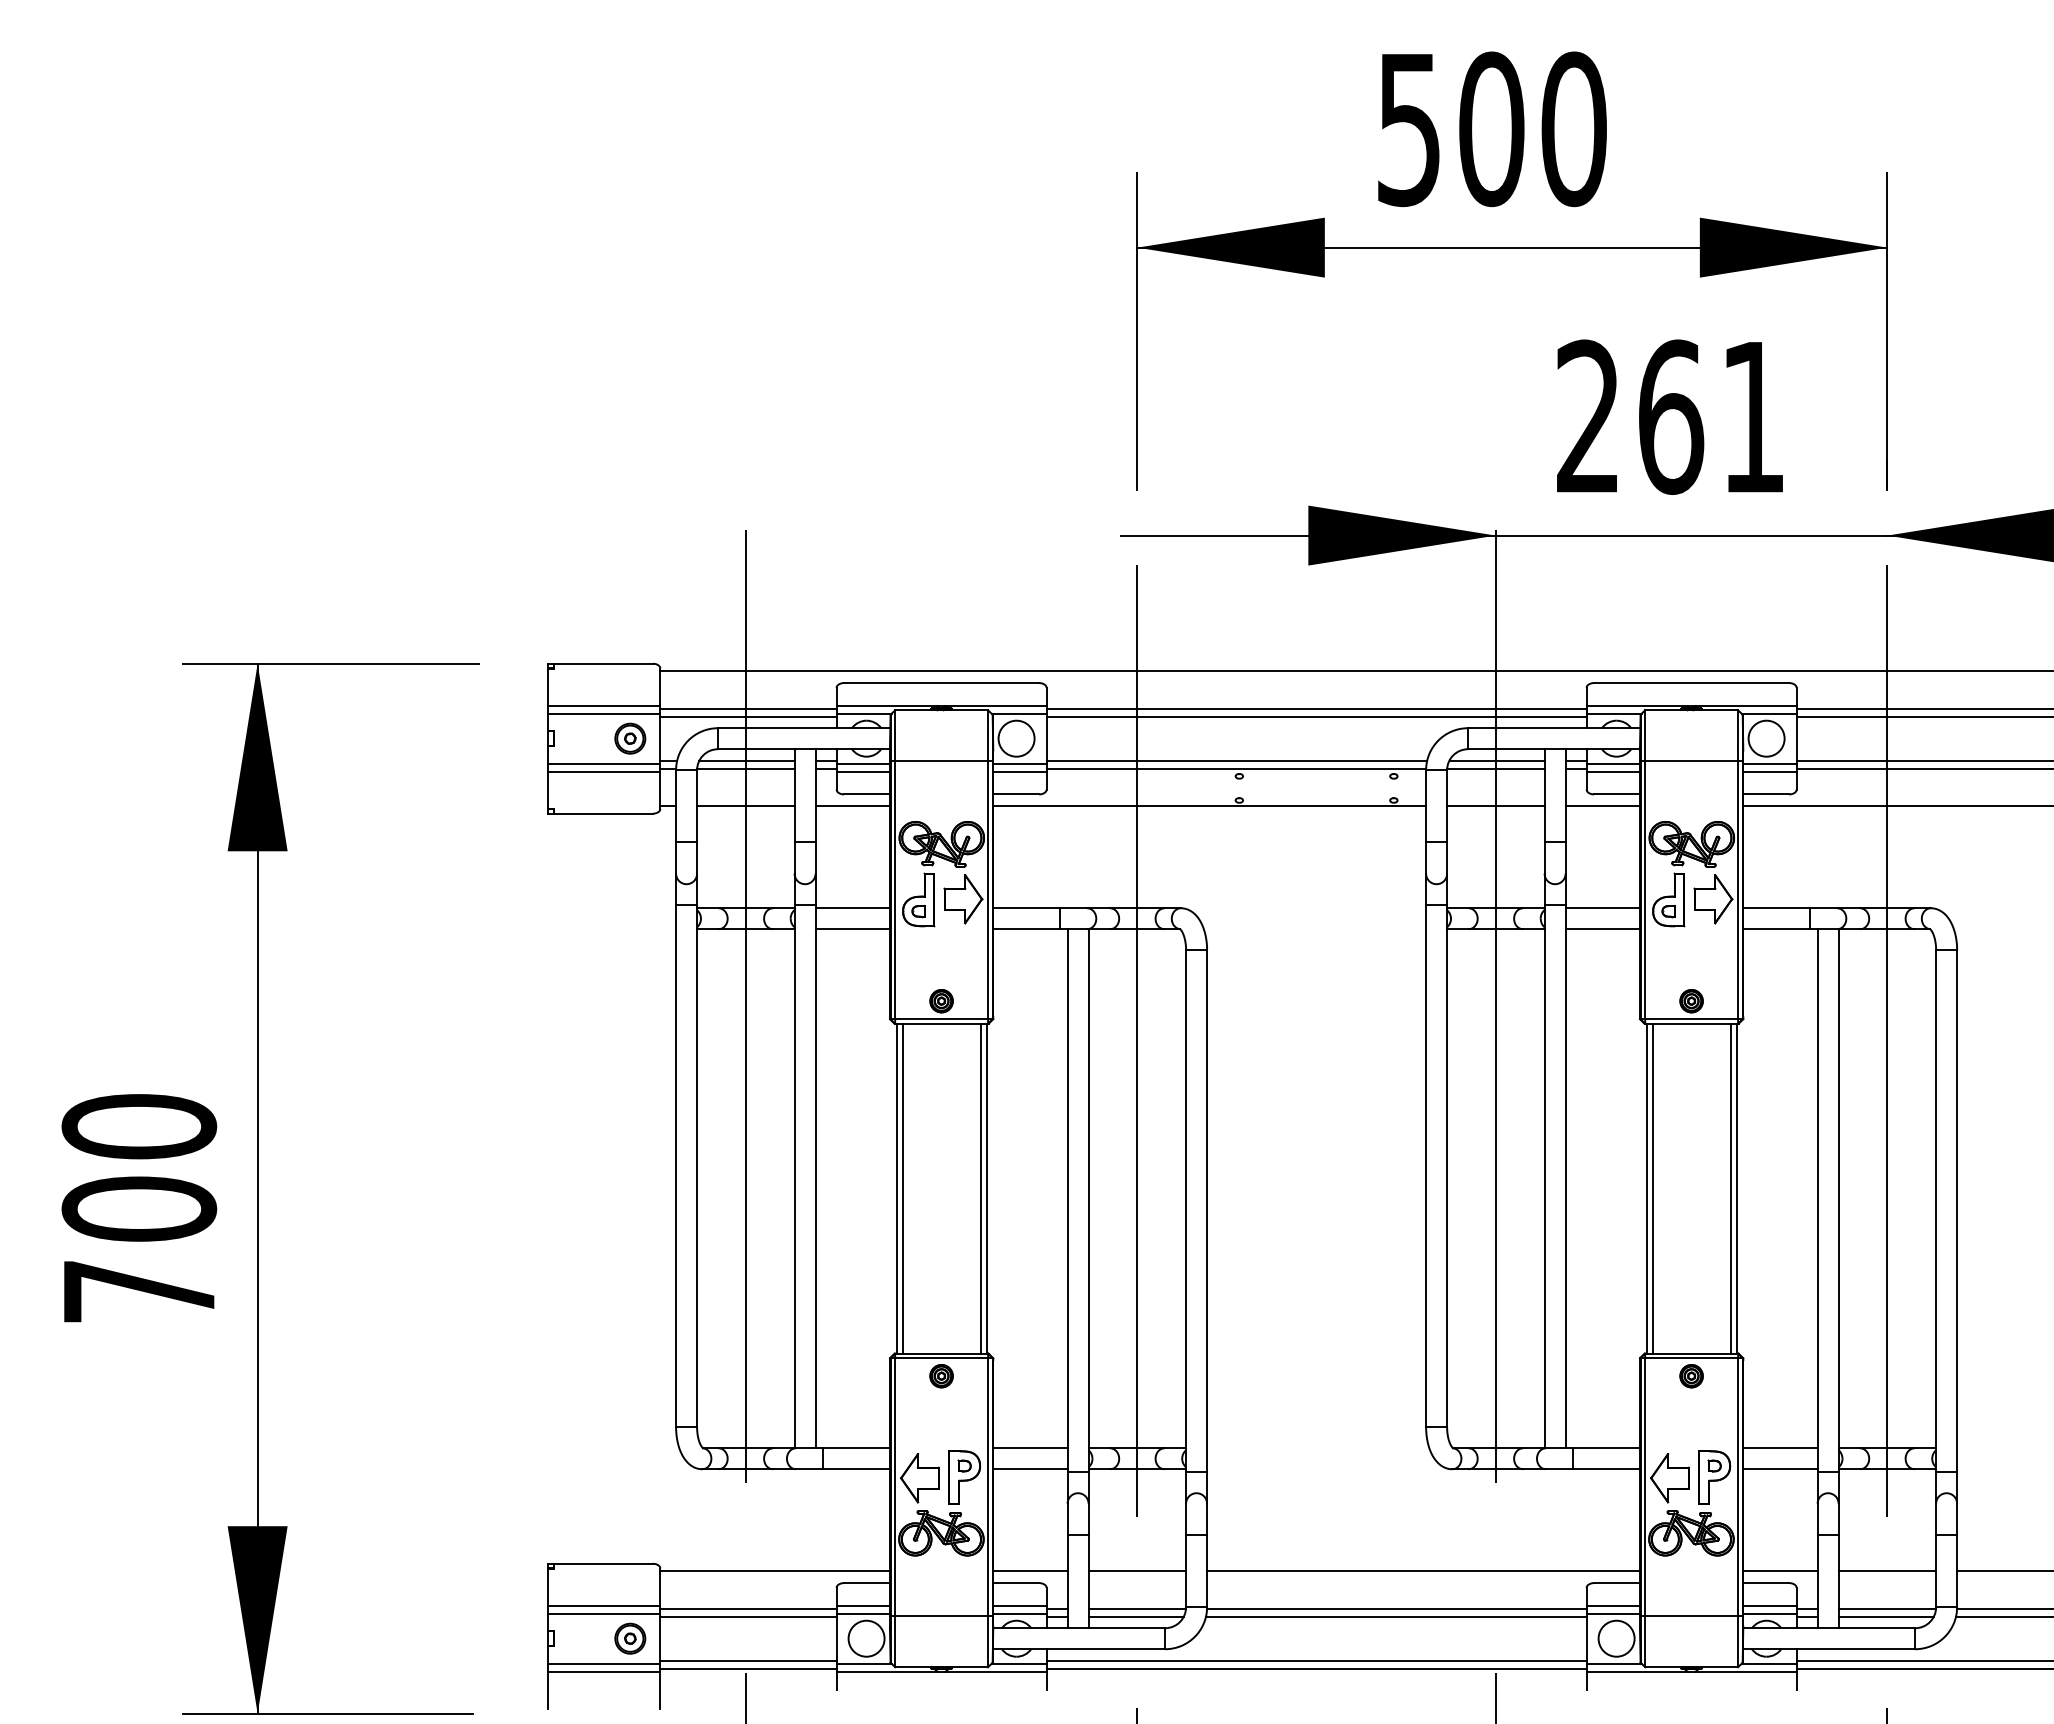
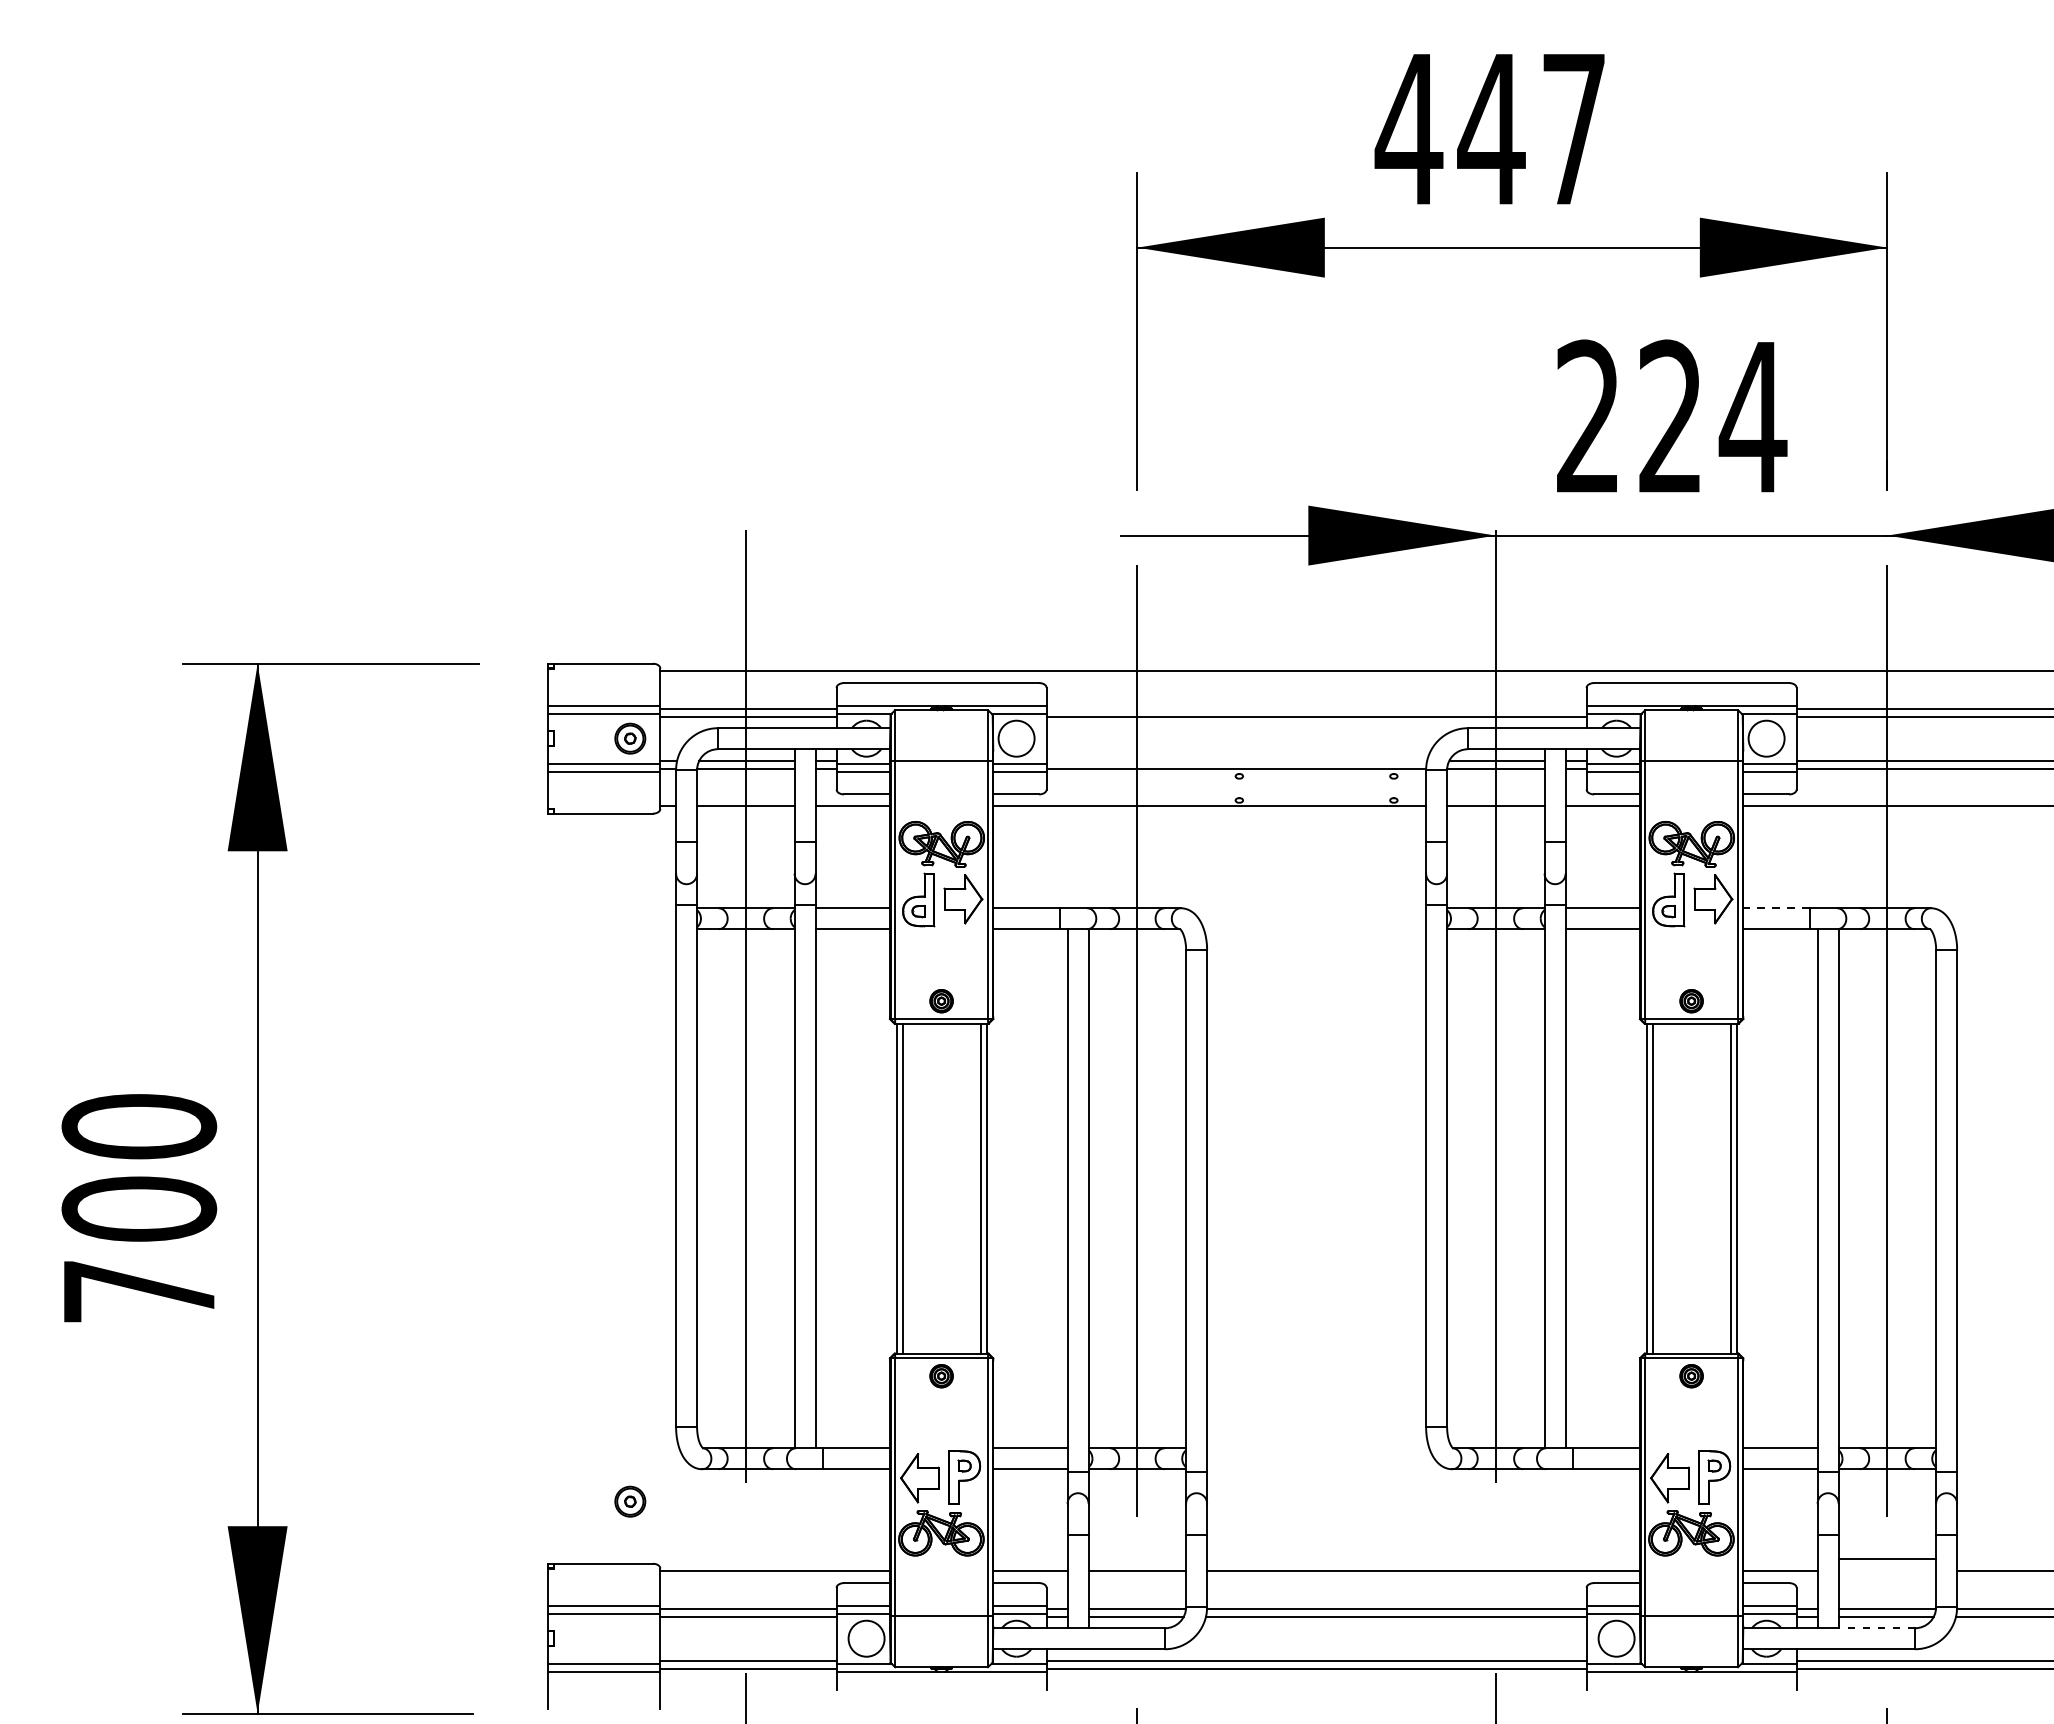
text at (1490, 129): 500 -> 447
text at (1713, 416): 261 -> 224
line at (1316, 708): present -> none
line at (1236, 760): present -> none
line at (1776, 908): solid -> dashed
line at (1887, 1571) position: (1887, 1571) -> (1887, 1559)
line at (1876, 1628): solid -> dashed
part at (630, 1638) position: (630, 1638) -> (630, 1501)
